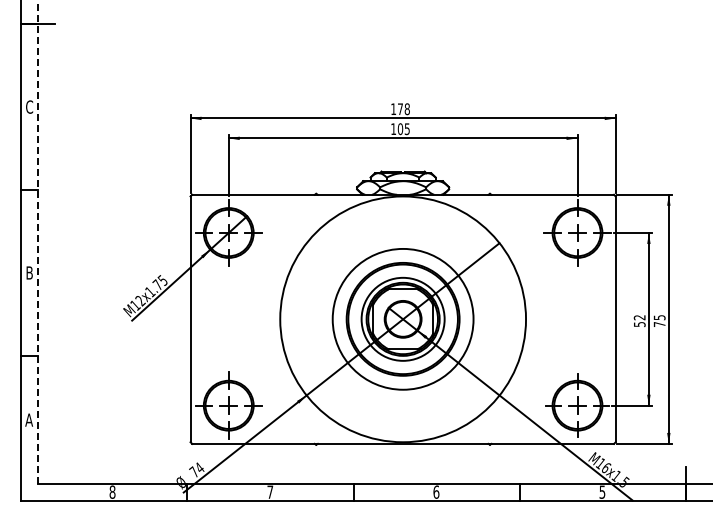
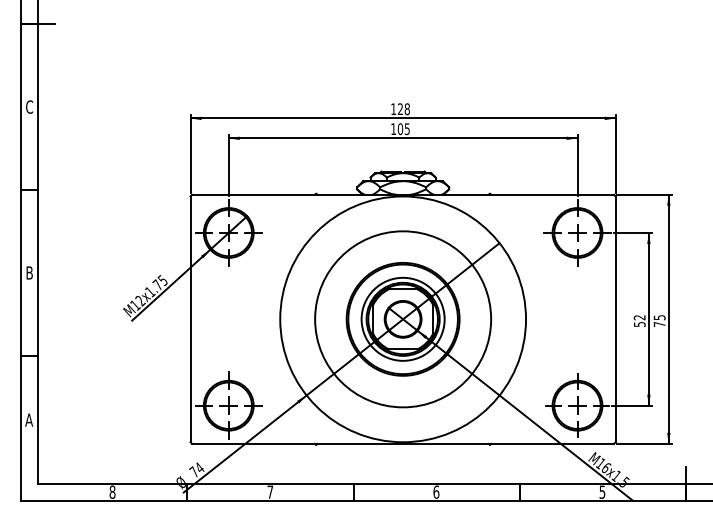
text at (399, 108): 178 -> 128
line at (37, 241): dashed -> solid
circle at (402, 318) diameter: 141 px -> 176 px
